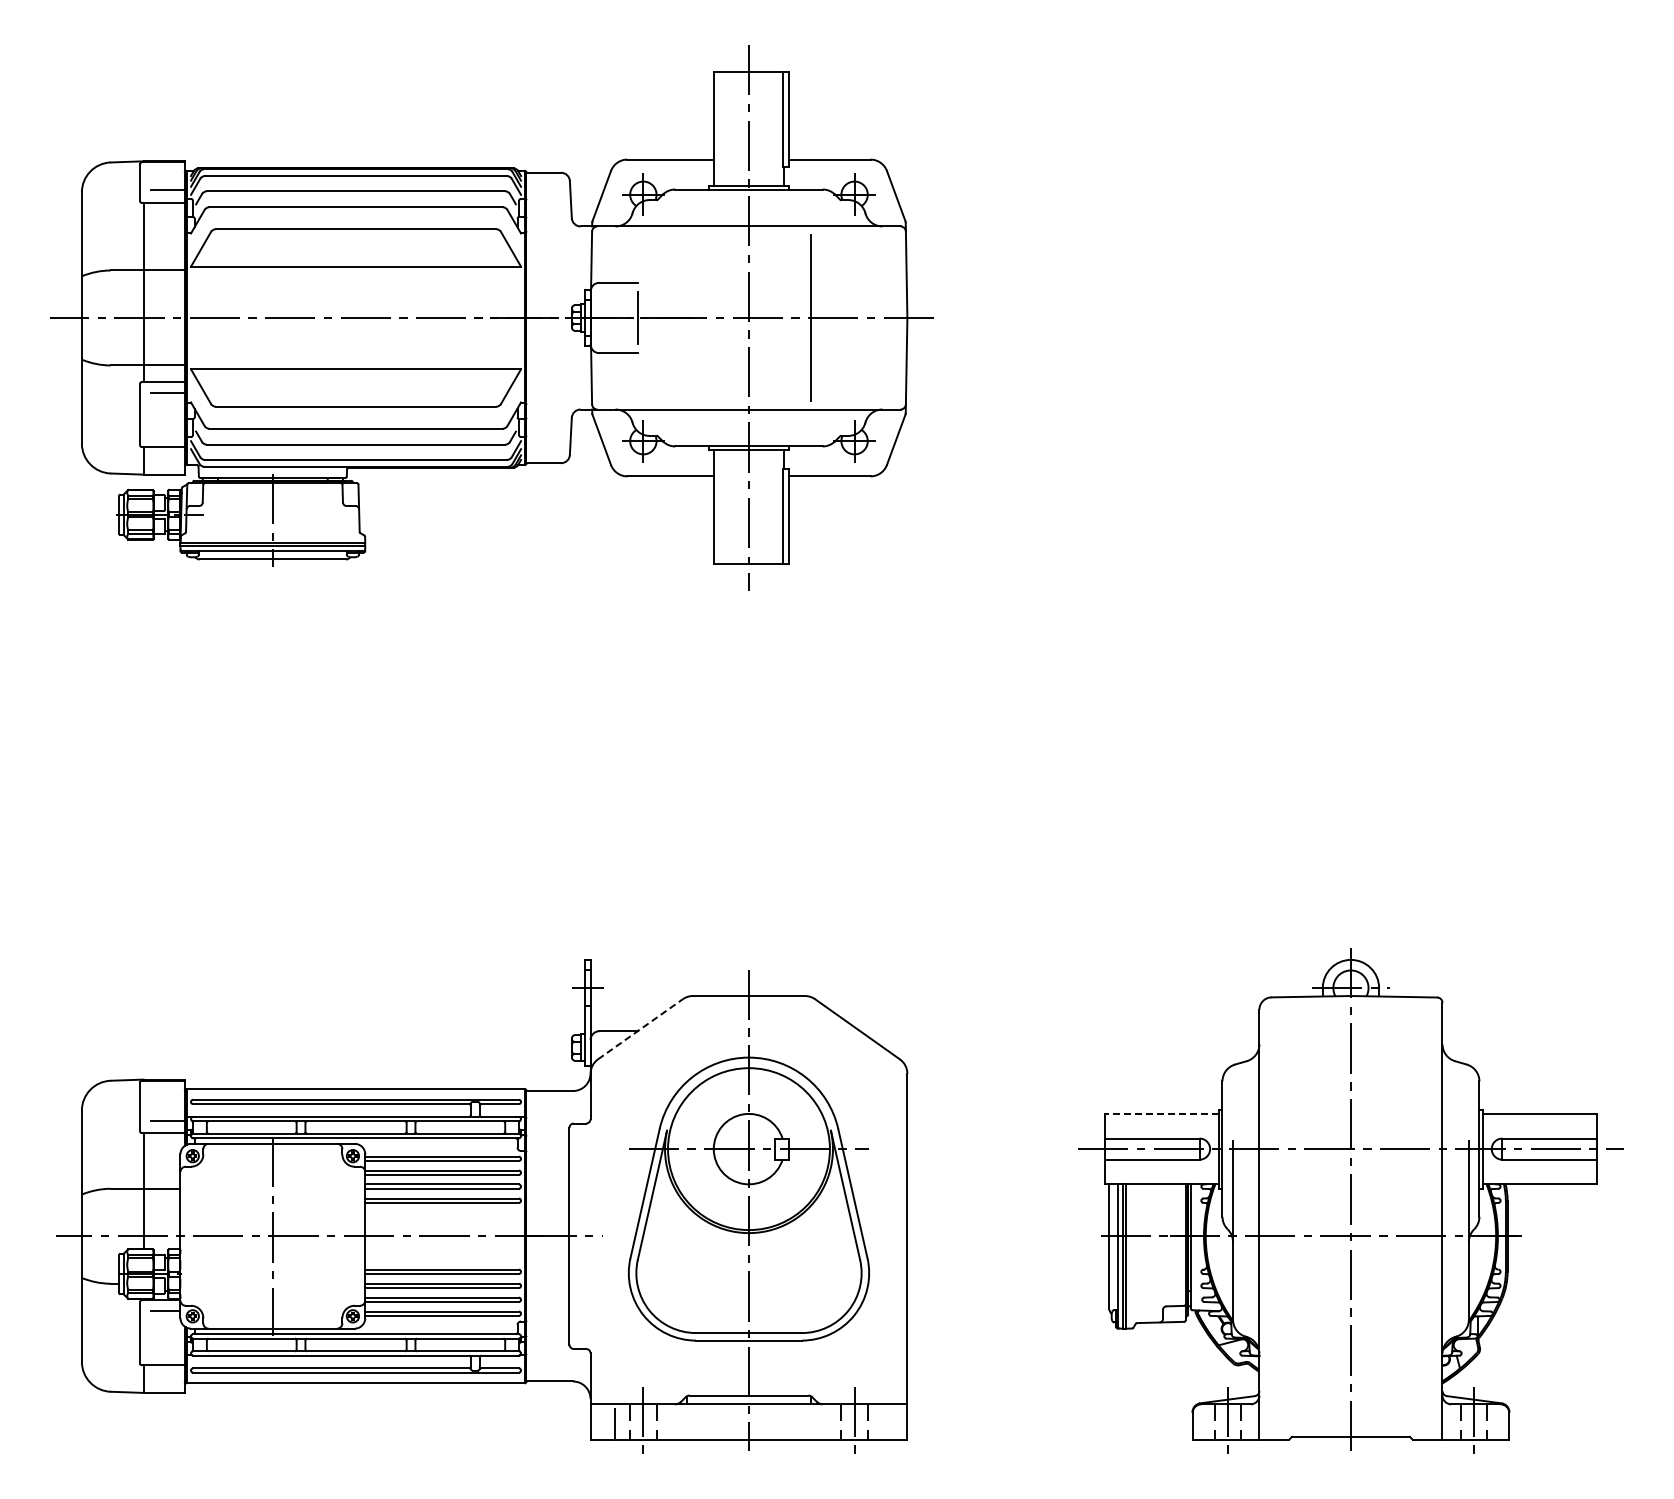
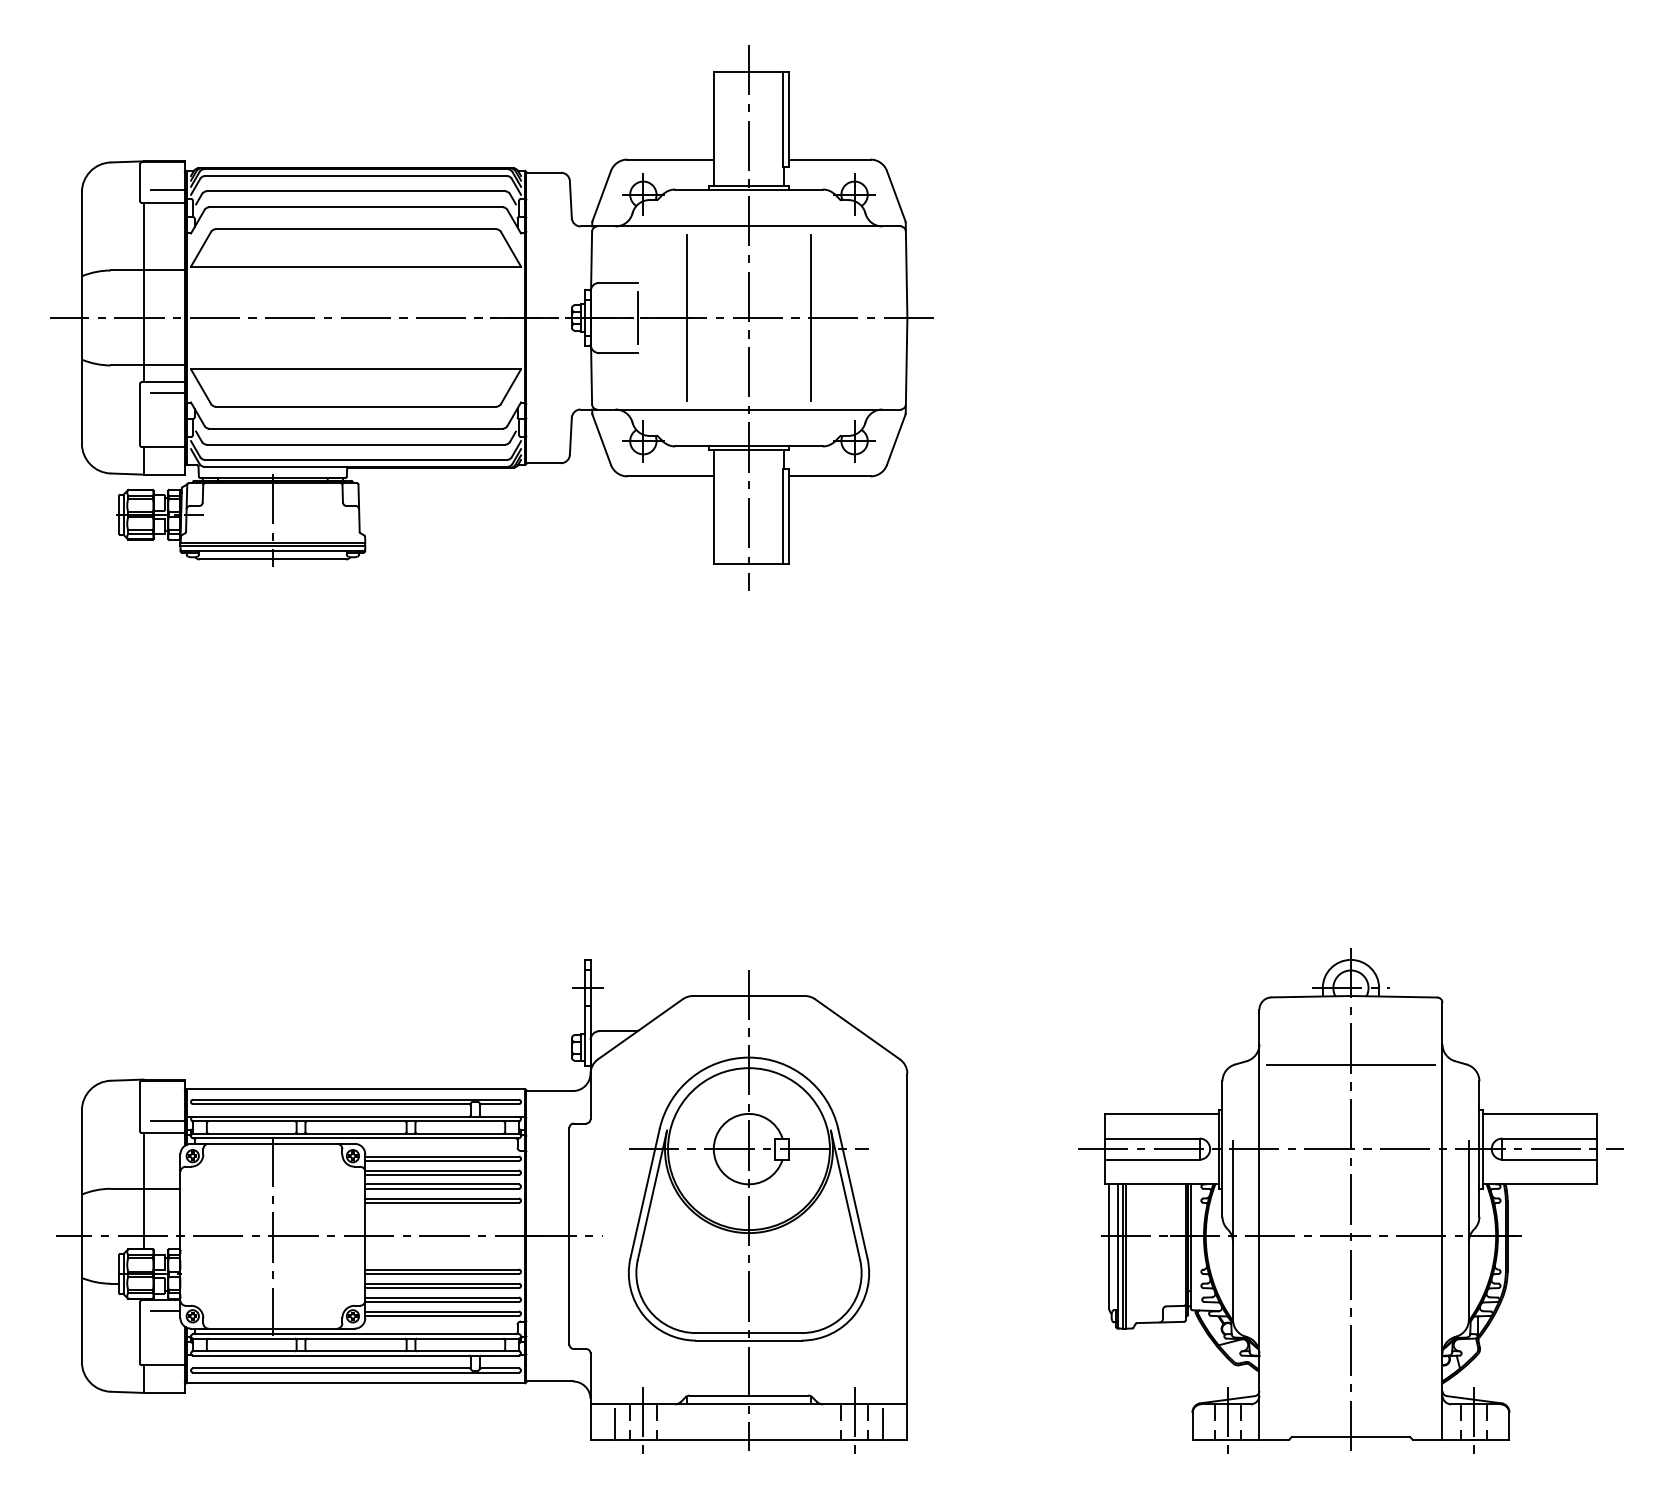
line at (687, 317): none -> present
line at (640, 1029): dashed -> solid
line at (1350, 1064): none -> present
line at (1161, 1113): dashed -> solid
line at (882, 1424): none -> present
